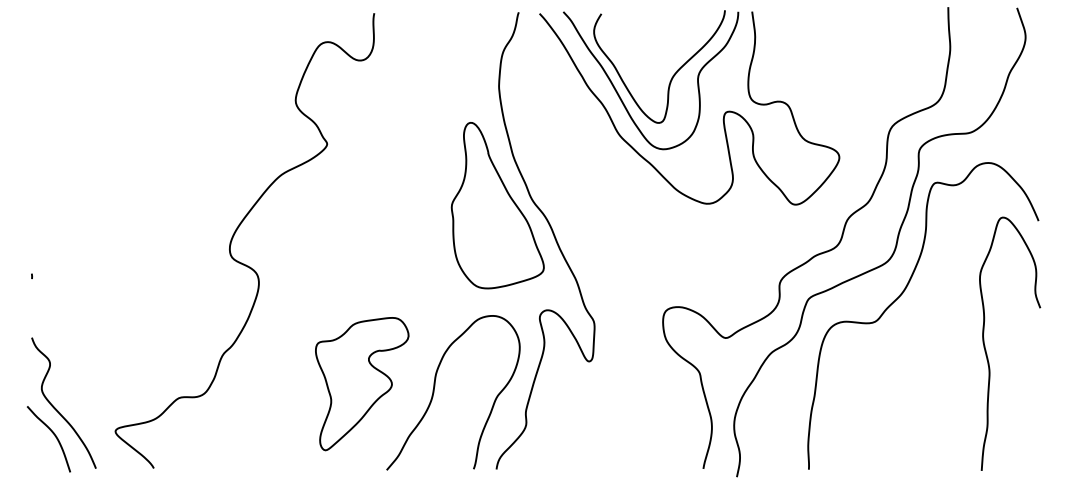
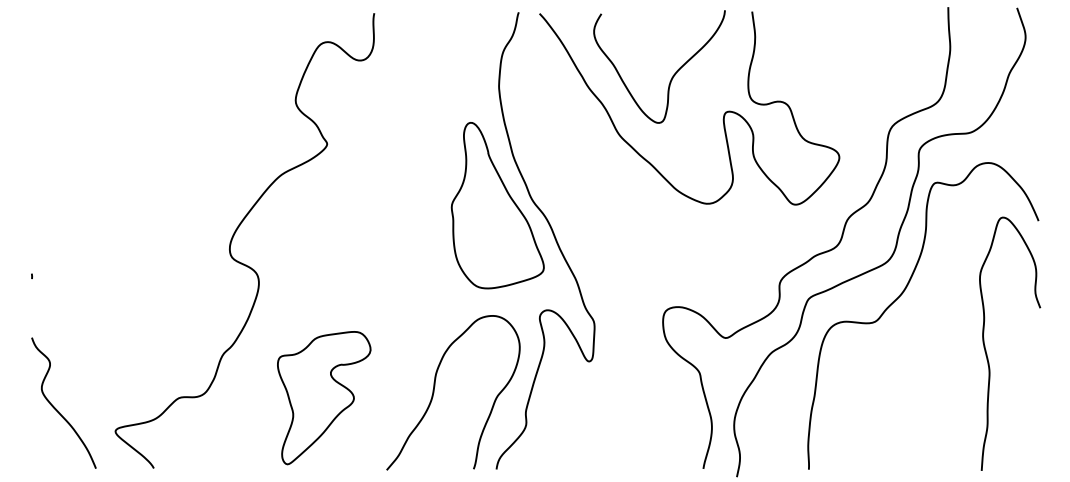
curve at (620, 96): present -> none
part at (362, 384) position: (362, 384) -> (324, 398)
curve at (54, 436): present -> none
